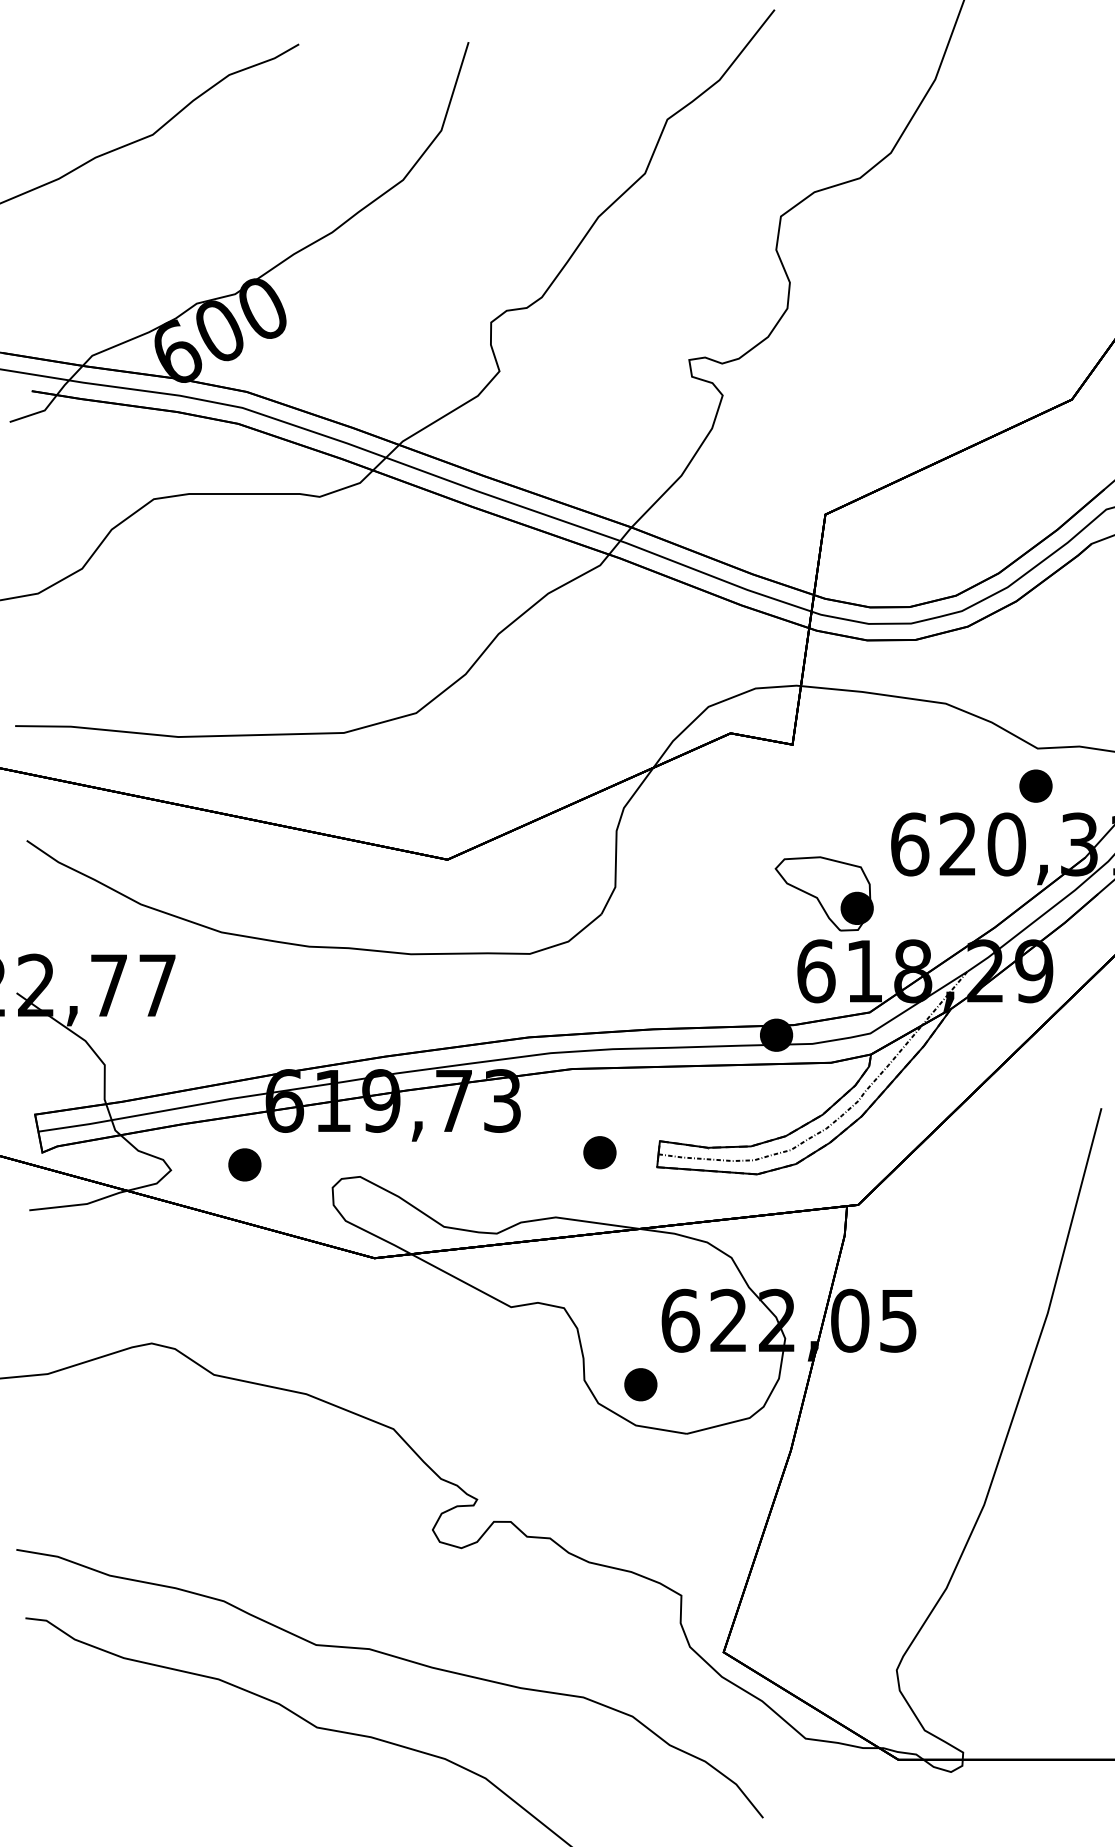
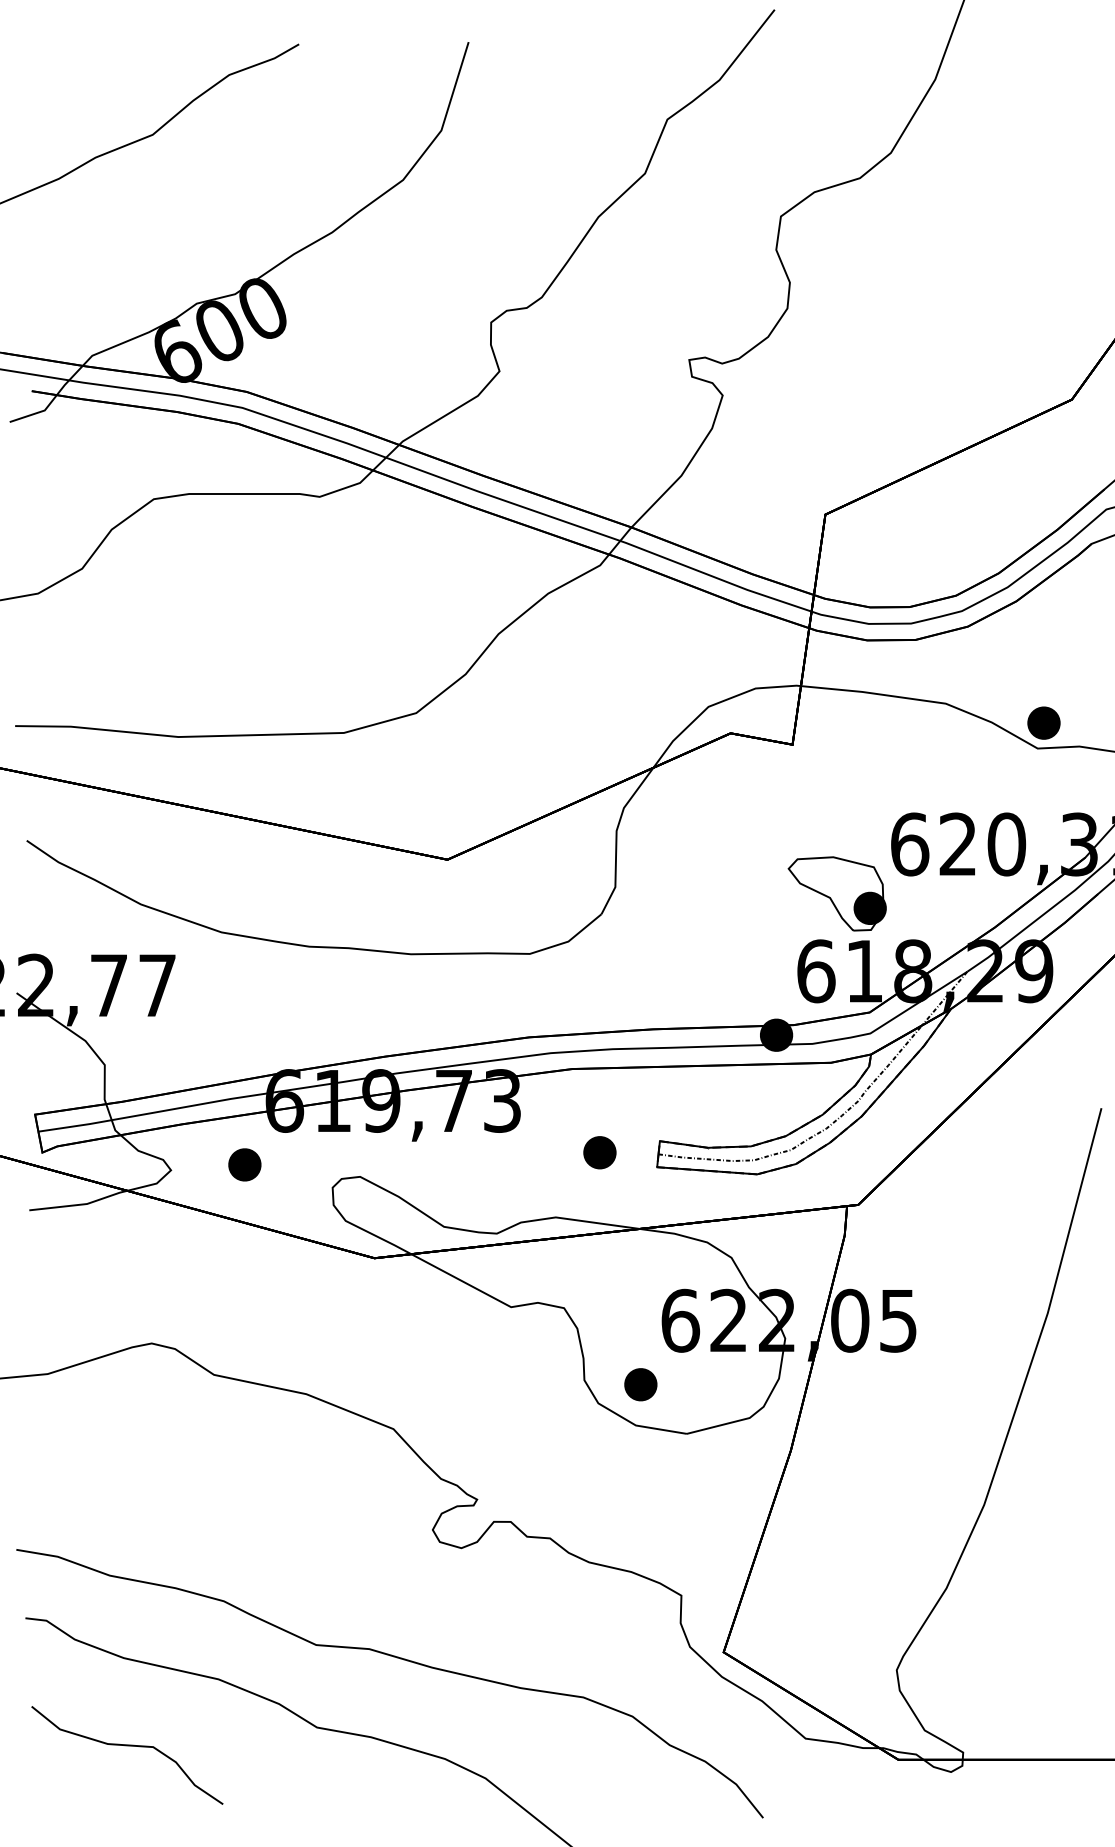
part at (1035, 785) position: (1035, 785) -> (1043, 722)
part at (823, 893) position: (823, 893) -> (836, 893)
curve at (127, 1746): none -> present
